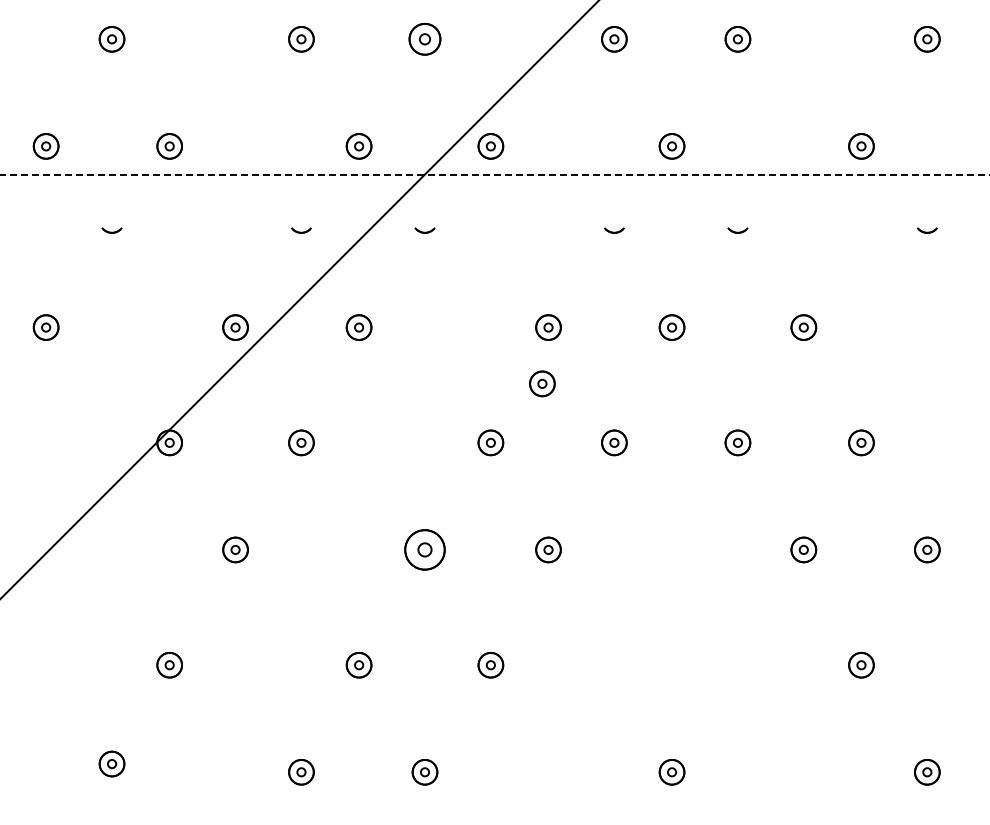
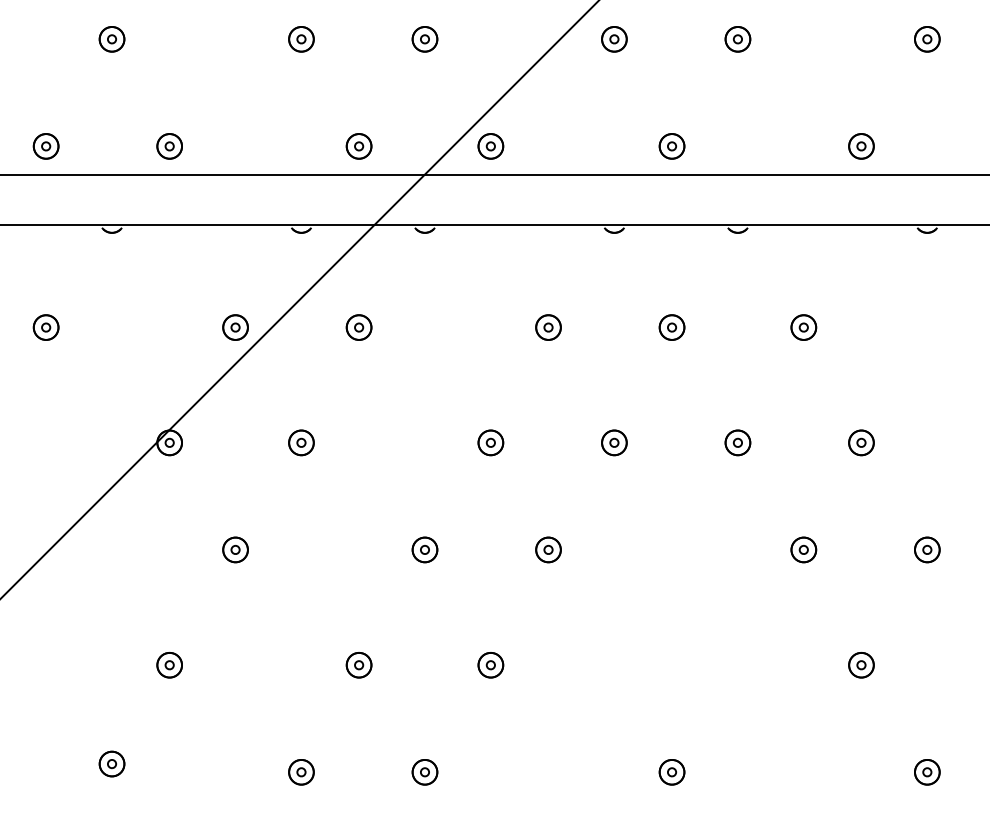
part at (424, 38) size: 34x34 px -> 28x27 px
line at (495, 175): dashed -> solid
line at (494, 224): none -> present
part at (542, 383): present -> none
part at (424, 549) size: 42x42 px -> 28x28 px
